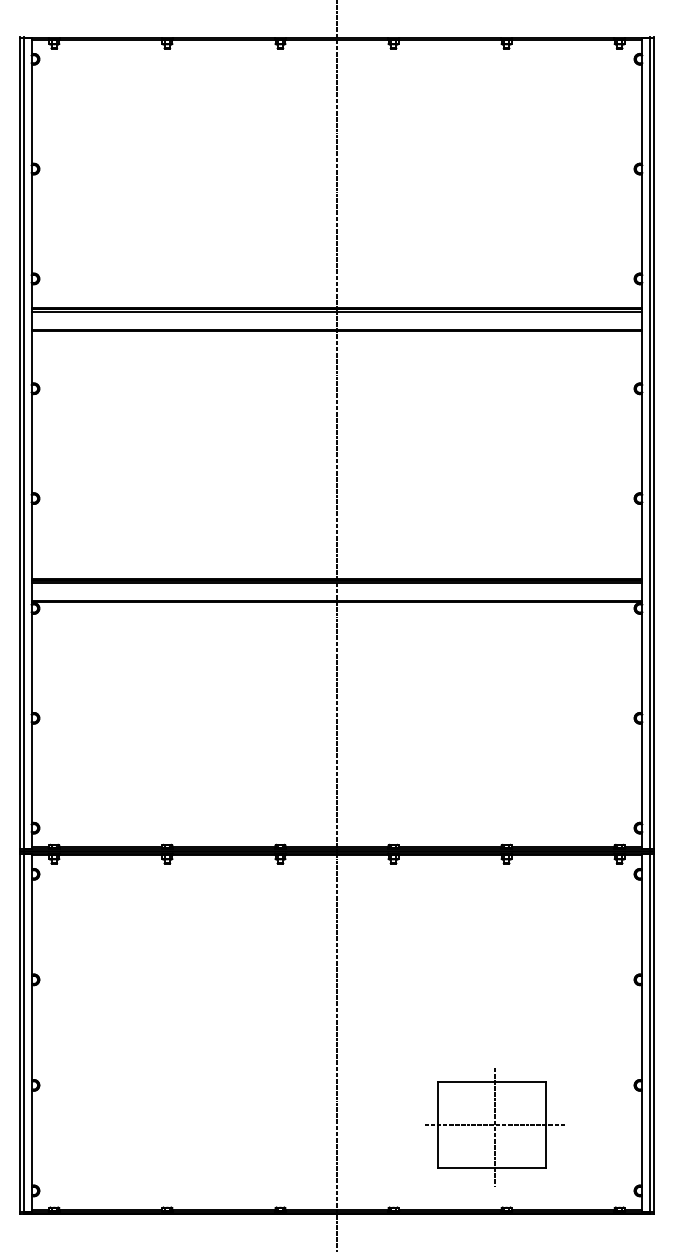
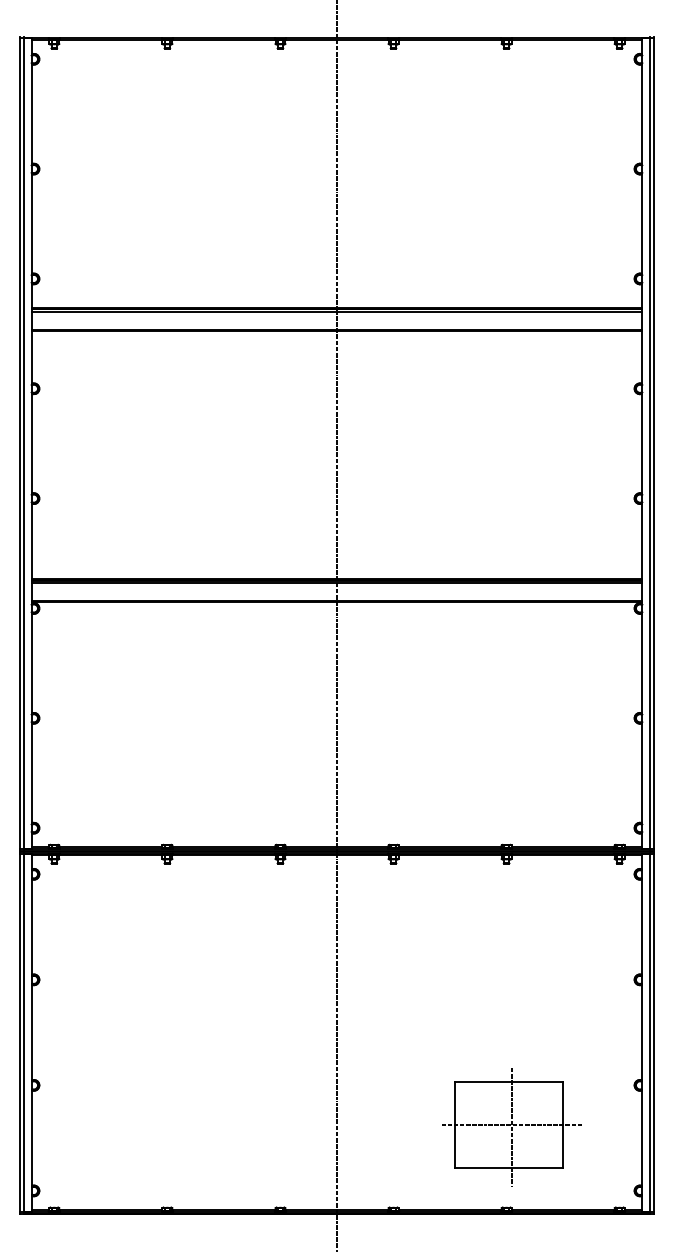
part at (494, 1127) position: (494, 1127) -> (511, 1127)
